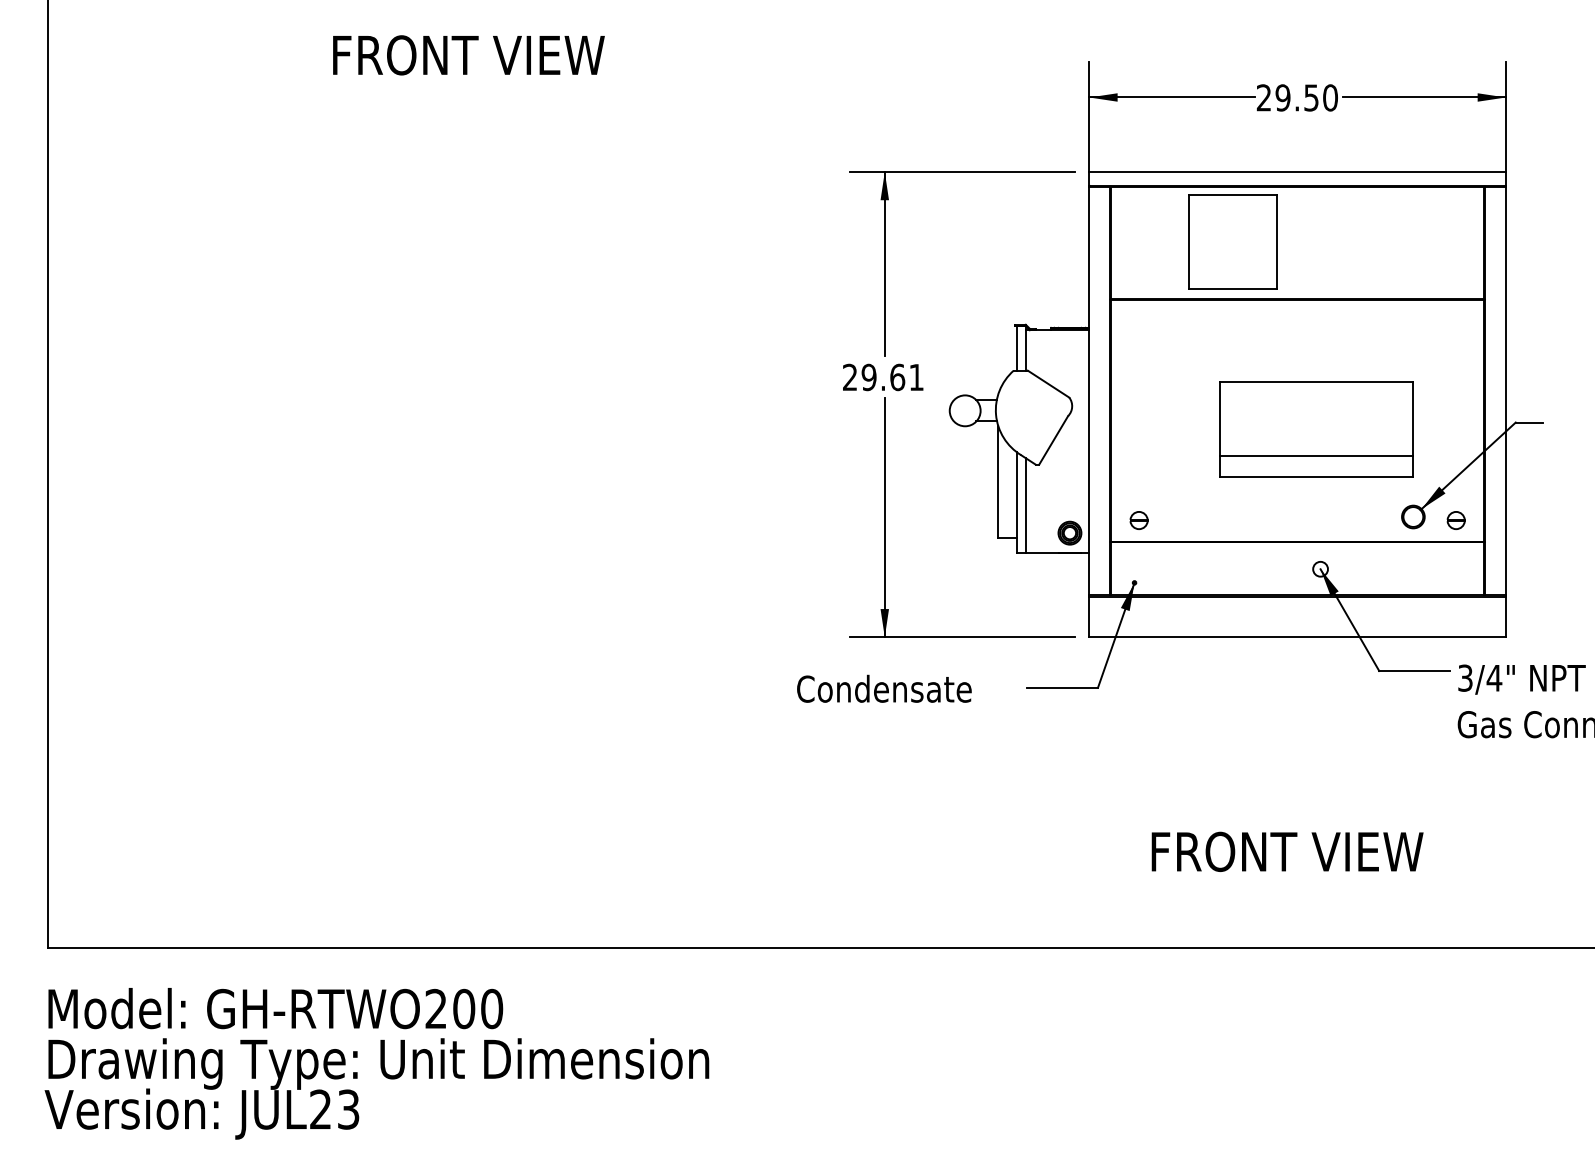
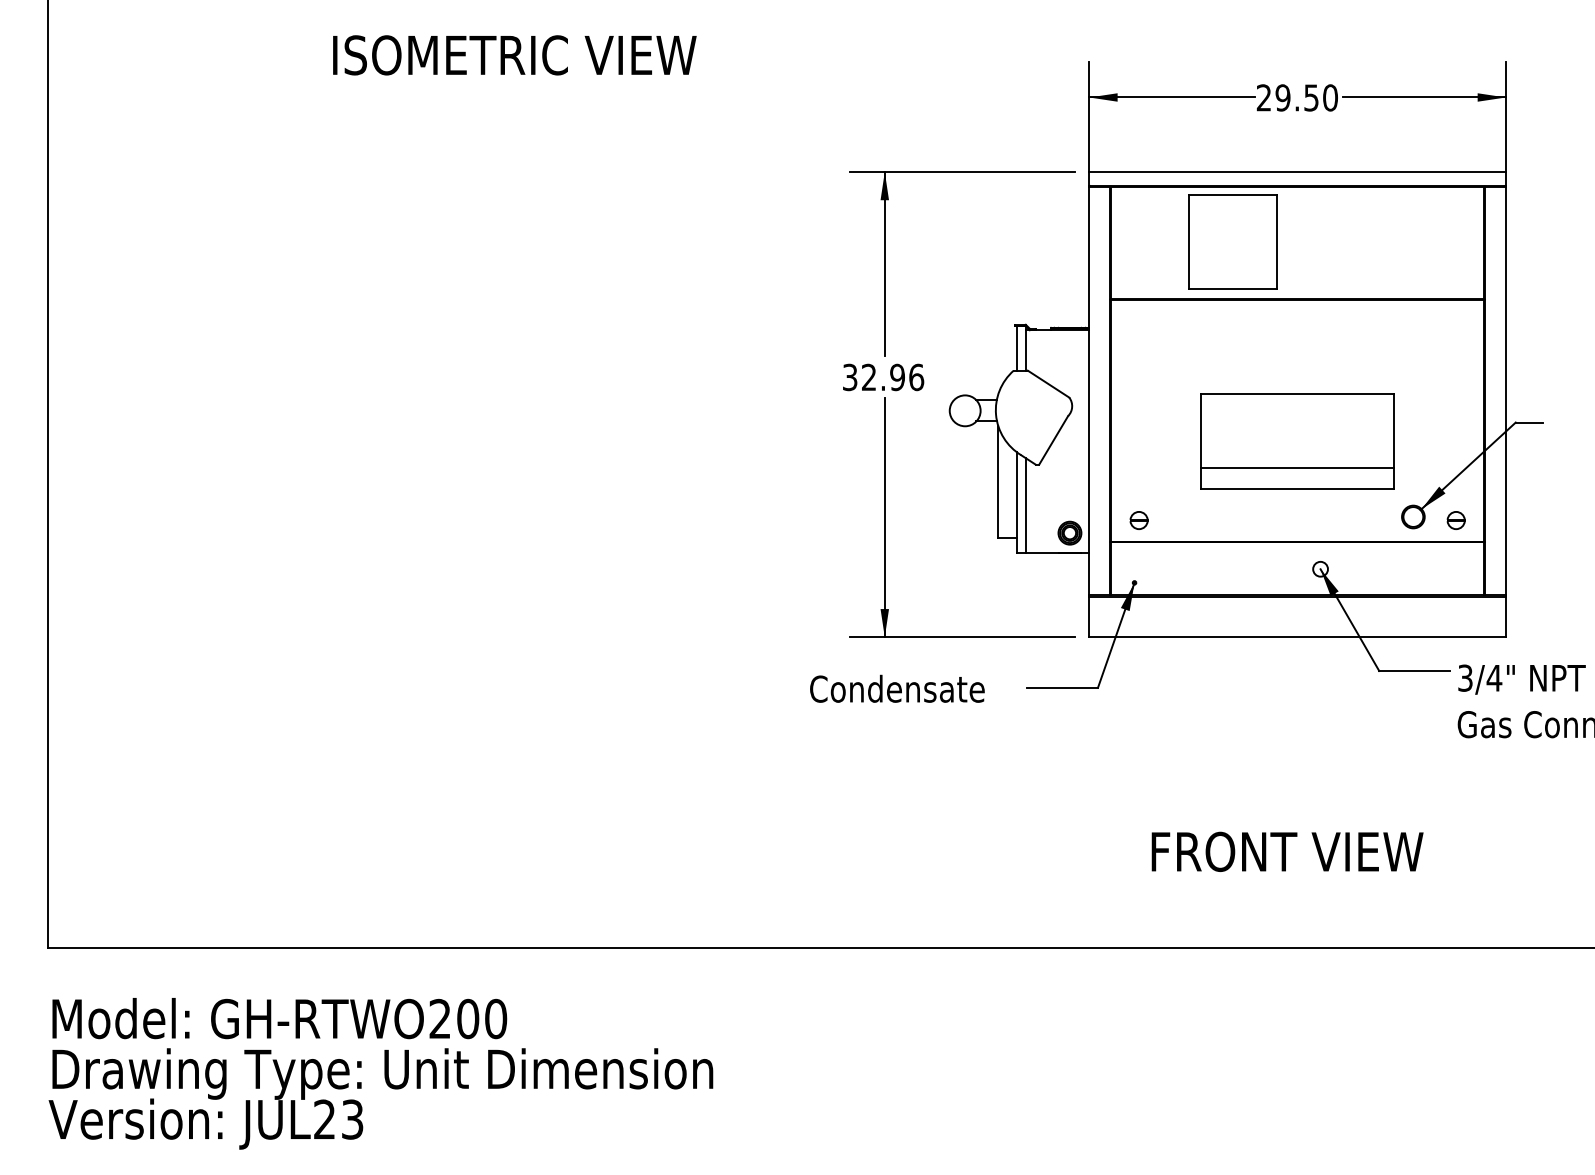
text at (516, 55): FRONT VIEW -> ISOMETRIC VIEW
text at (883, 377): 29.61 -> 32.96
part at (1316, 429) position: (1316, 429) -> (1297, 441)
text at (884, 688) position: (884, 688) -> (897, 688)
text at (376, 1063) position: (376, 1063) -> (380, 1073)
